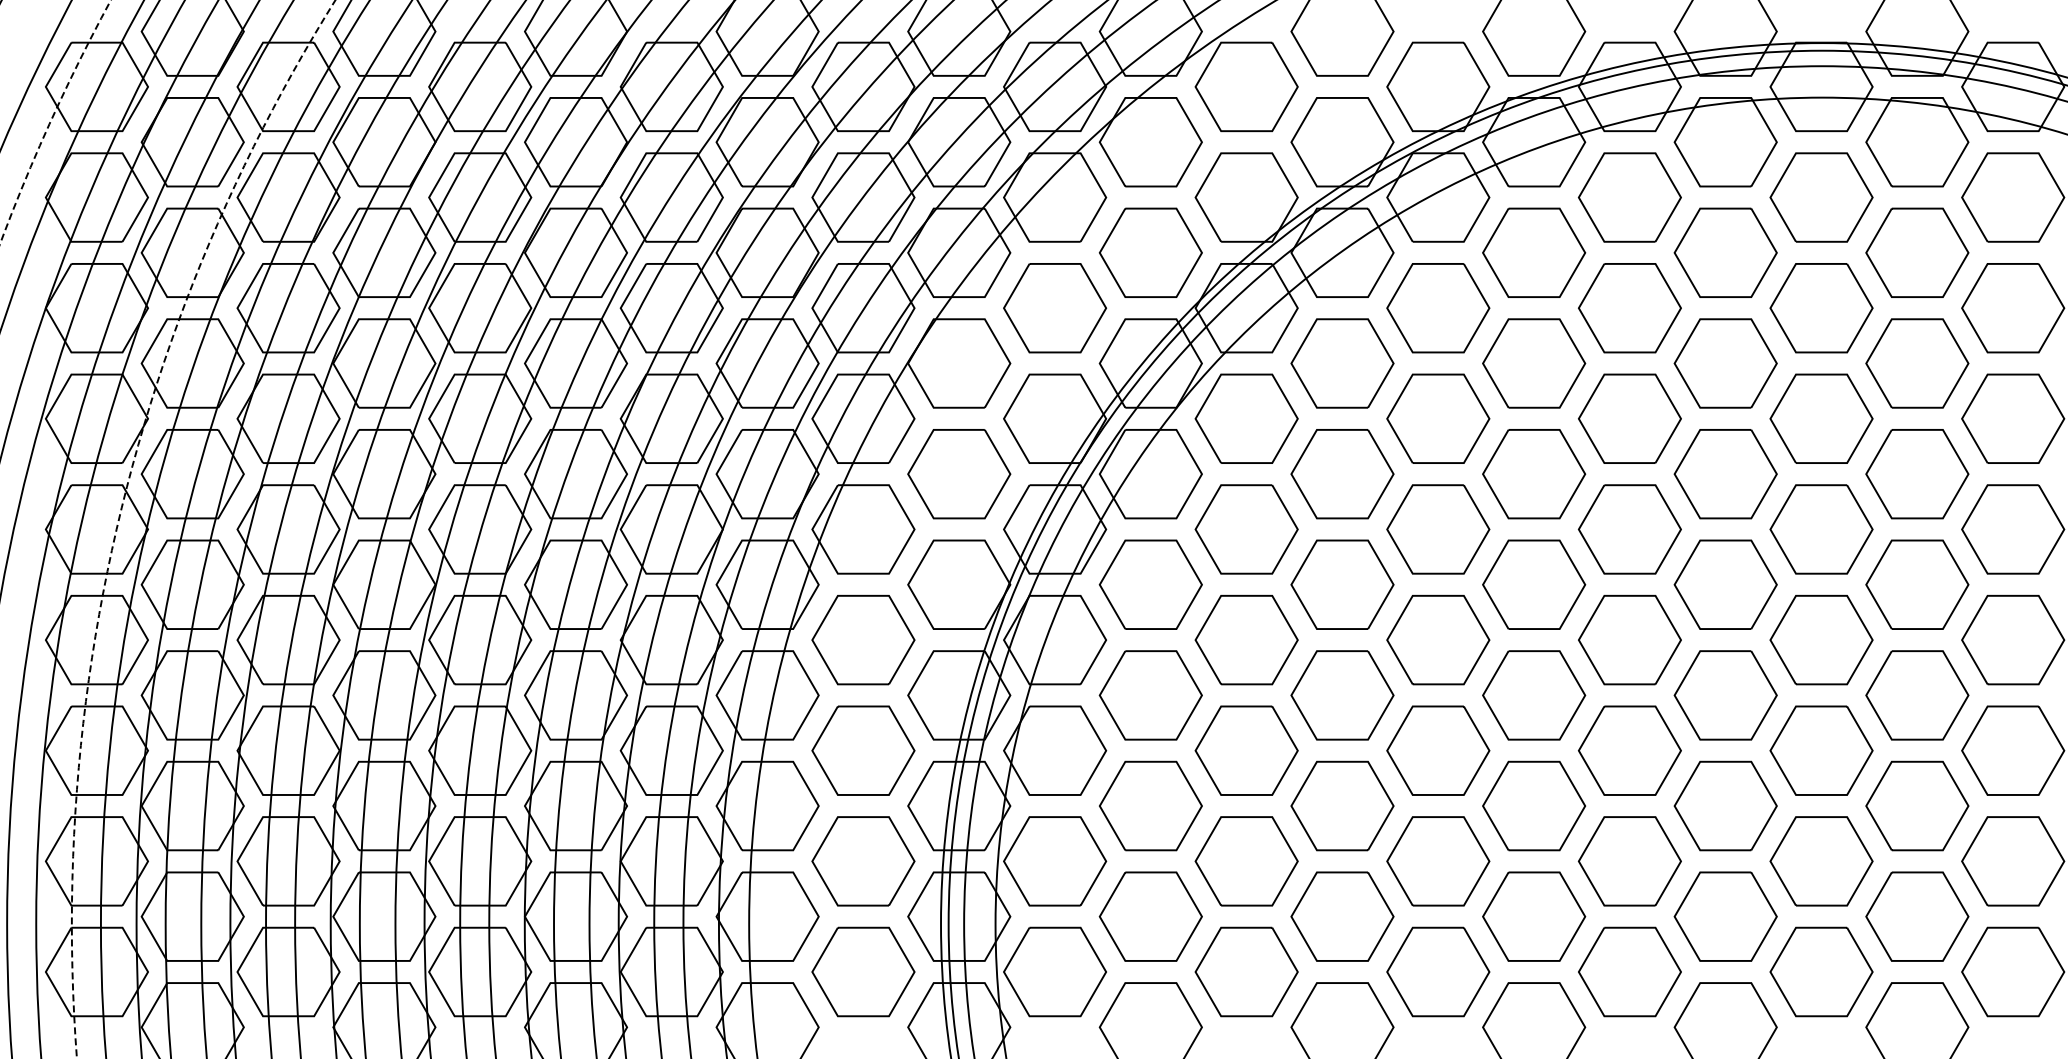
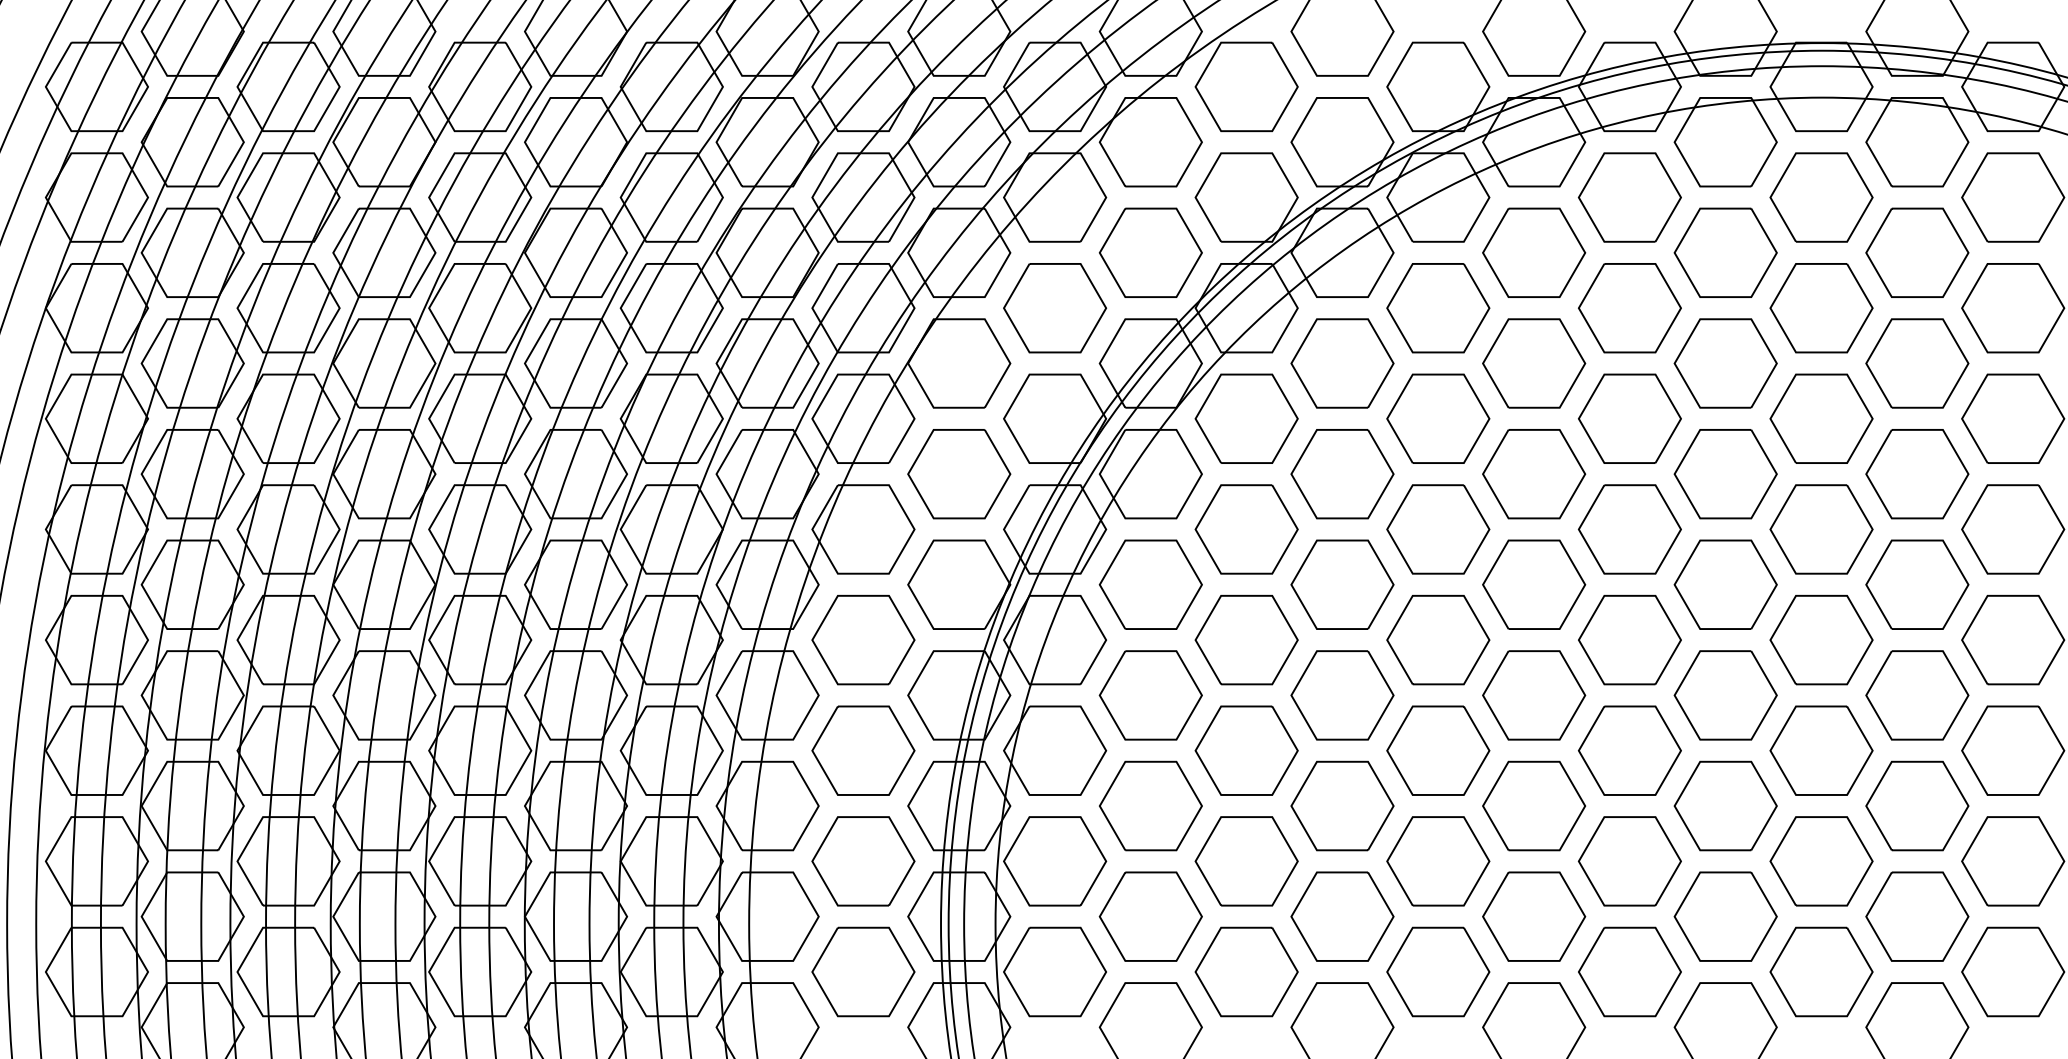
circle at (55, 121): dashed -> solid
circle at (203, 529): dashed -> solid
